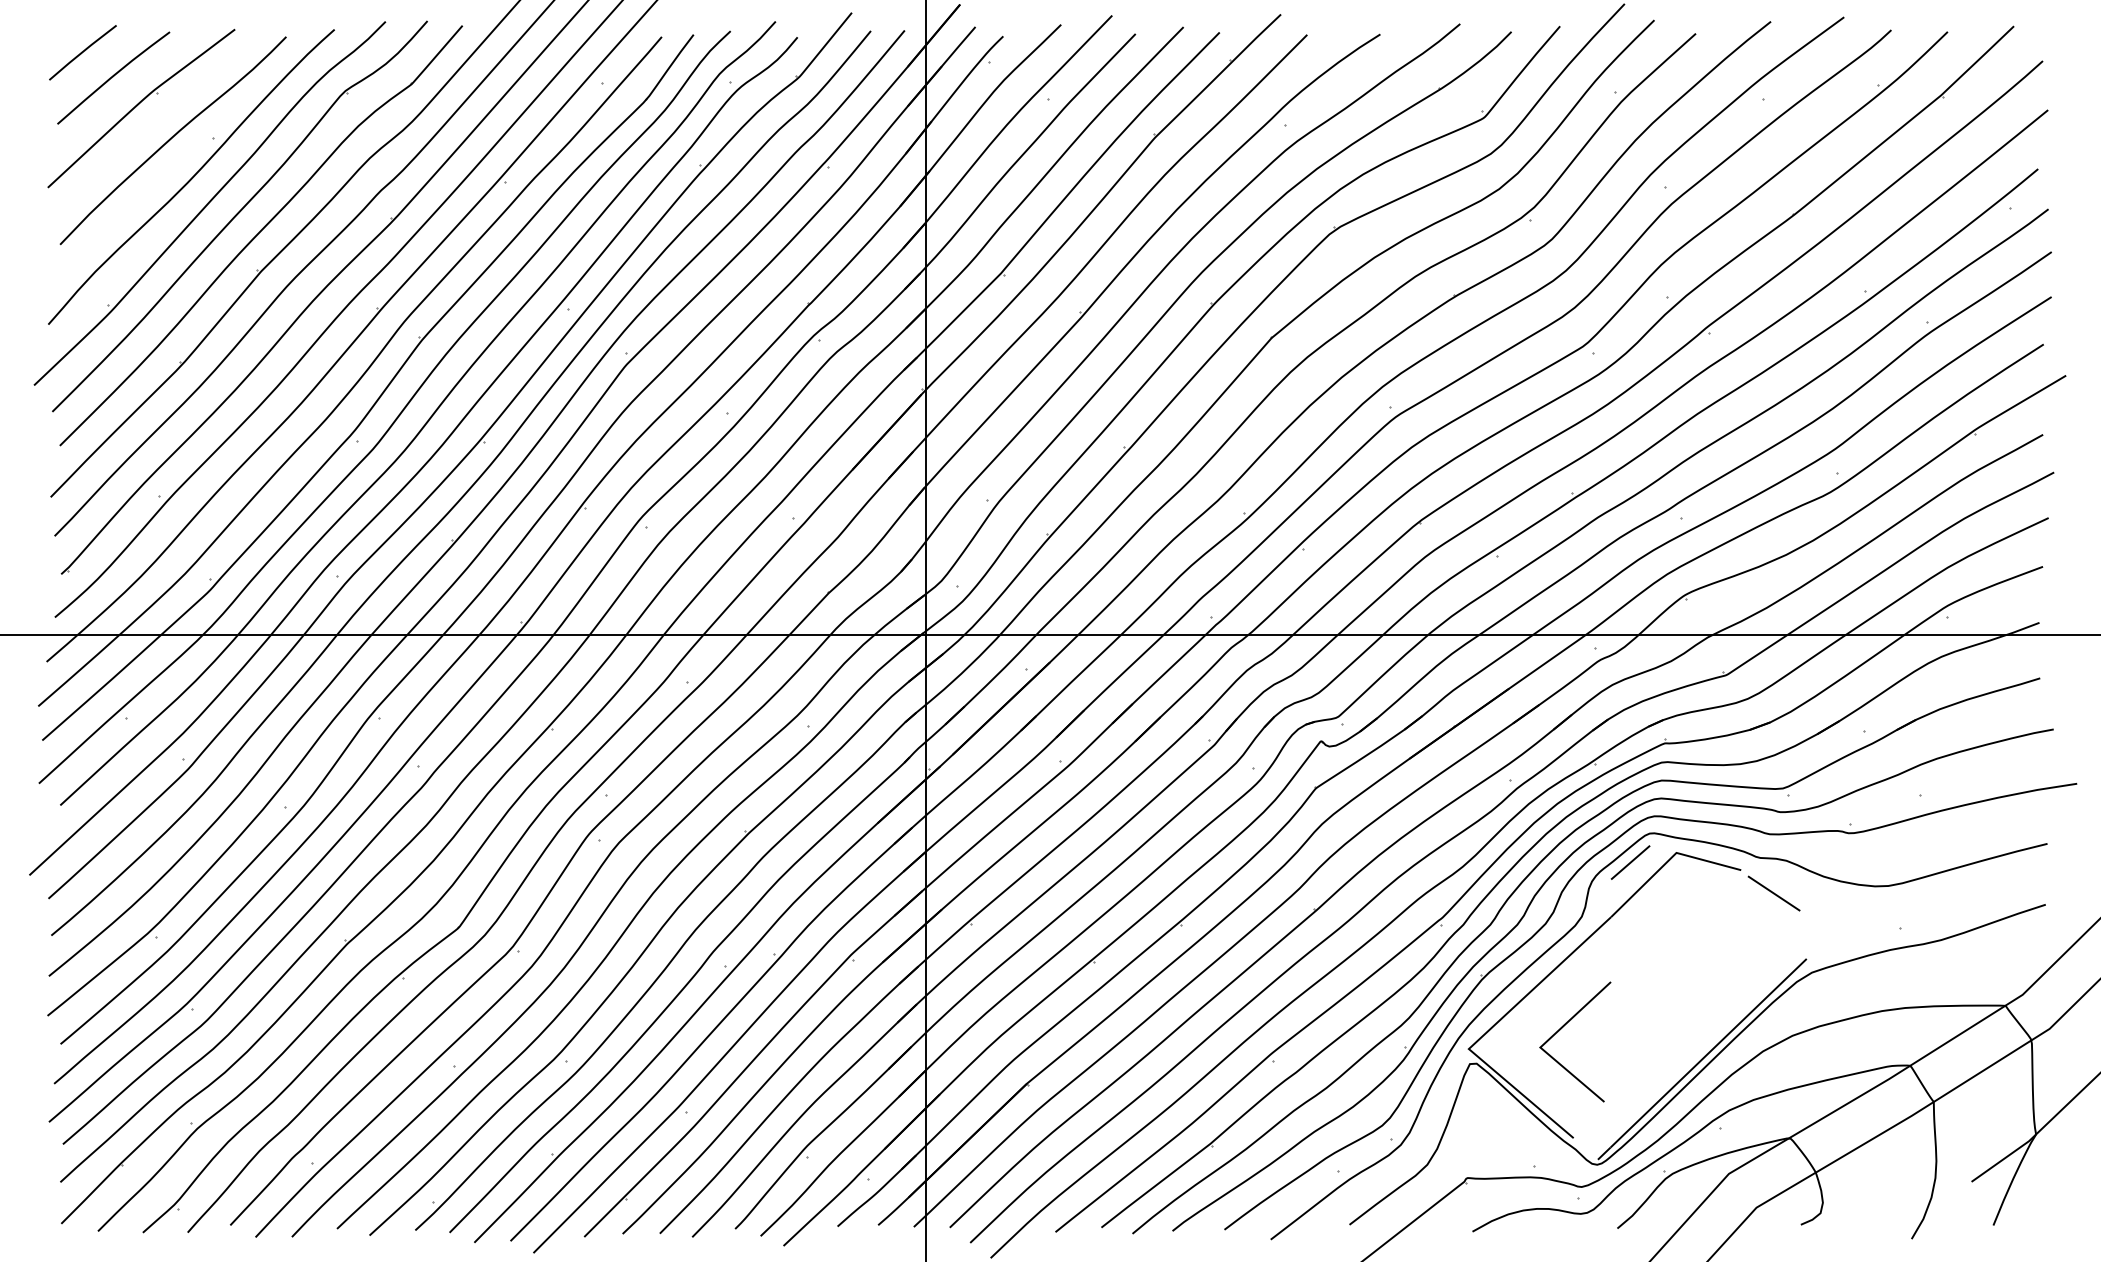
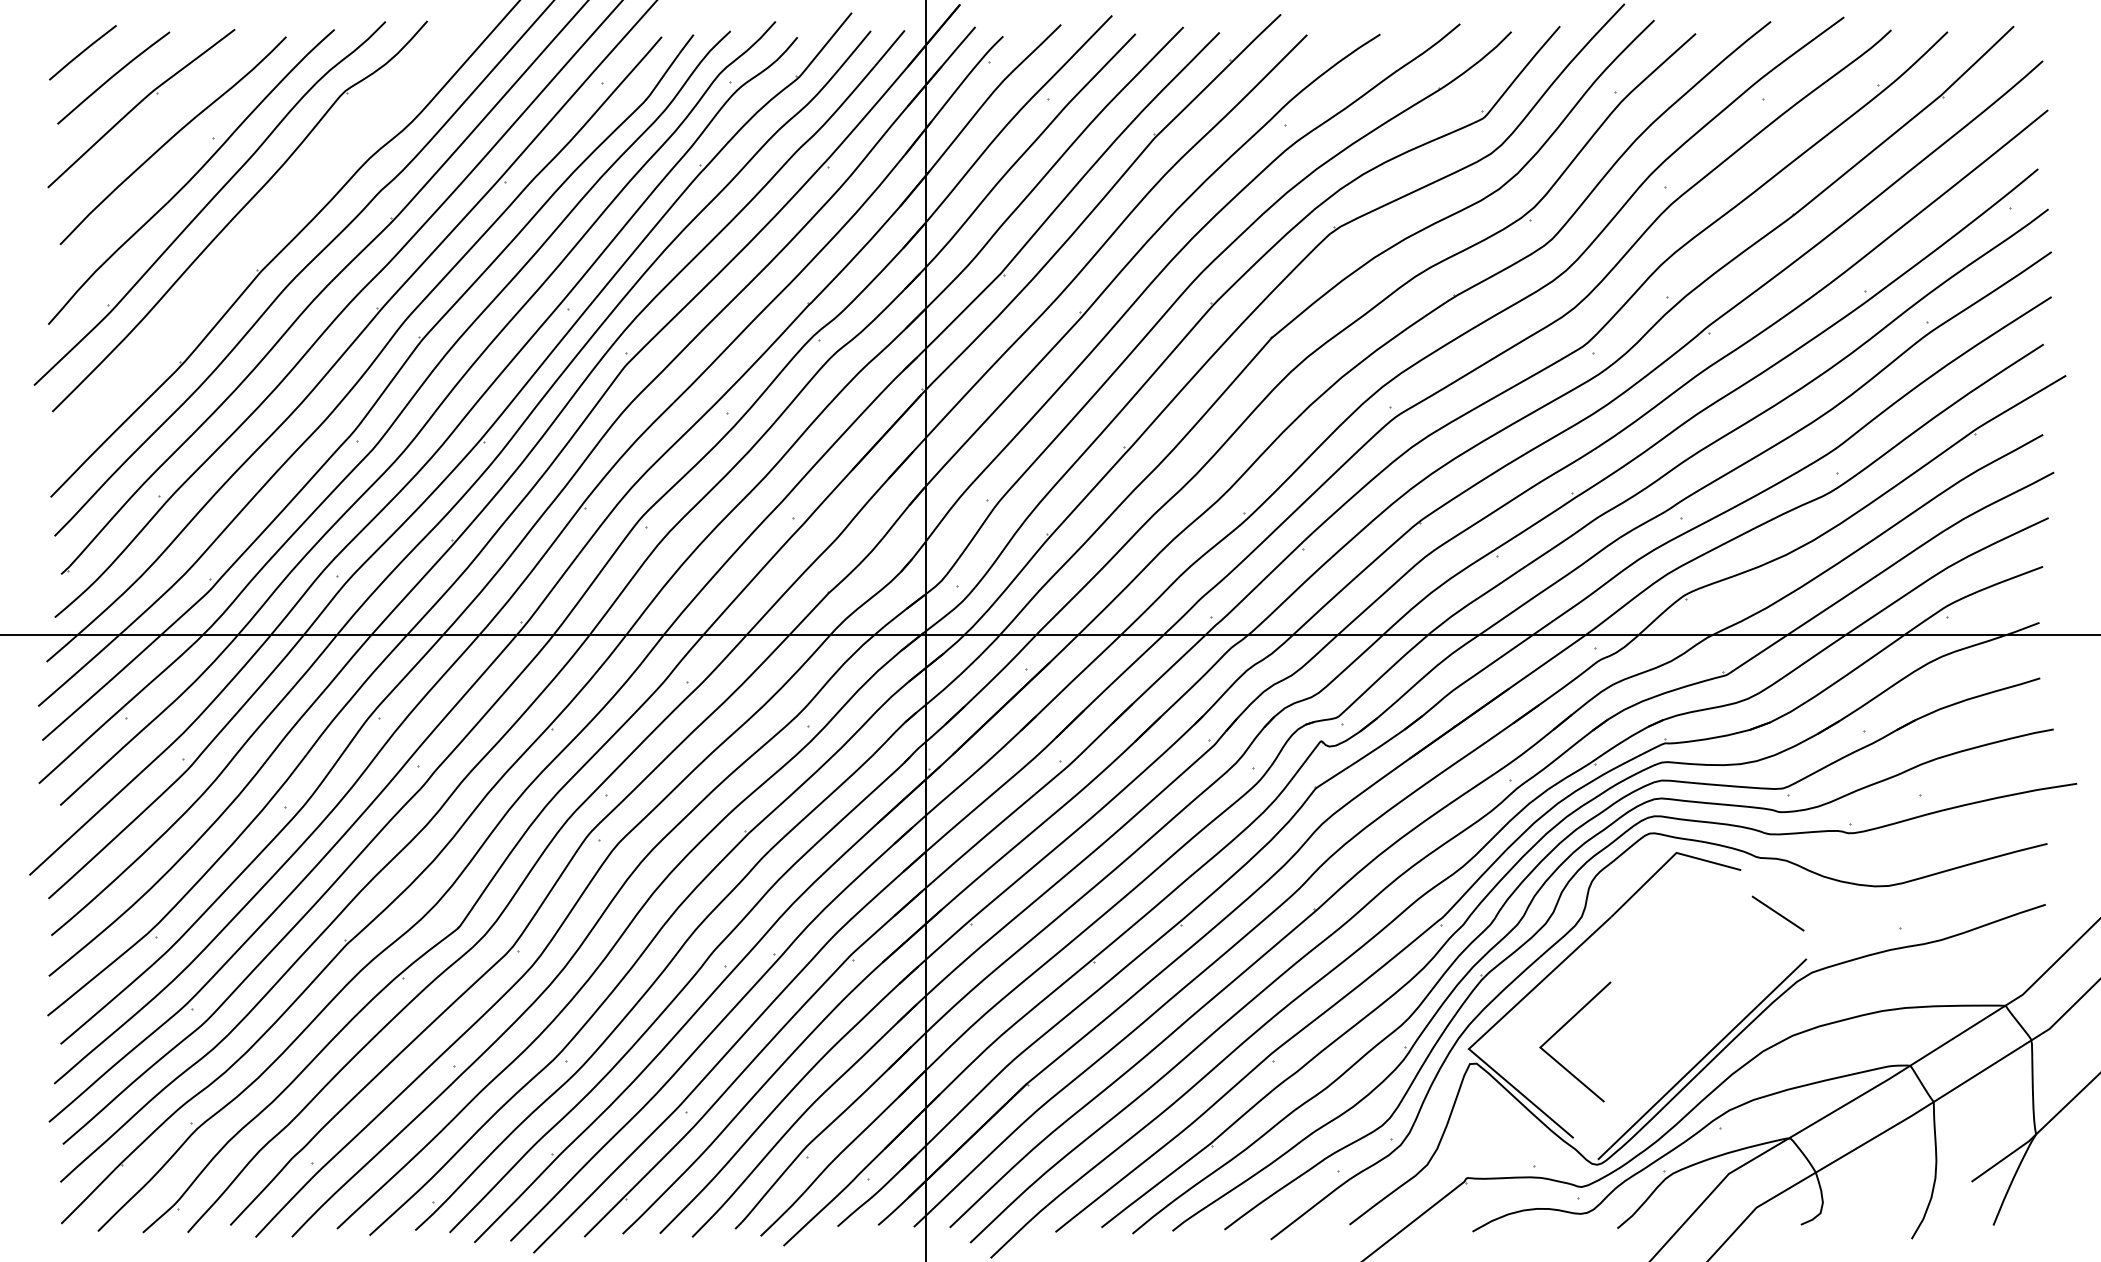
part at (261, 235): present -> none
line at (1630, 862): present -> none
line at (1773, 893) position: (1773, 893) -> (1777, 913)
